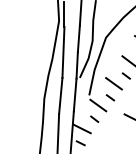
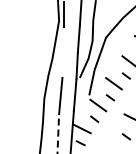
line at (63, 51): present -> none
line at (58, 133): solid -> dashed
line at (126, 136): none -> present
